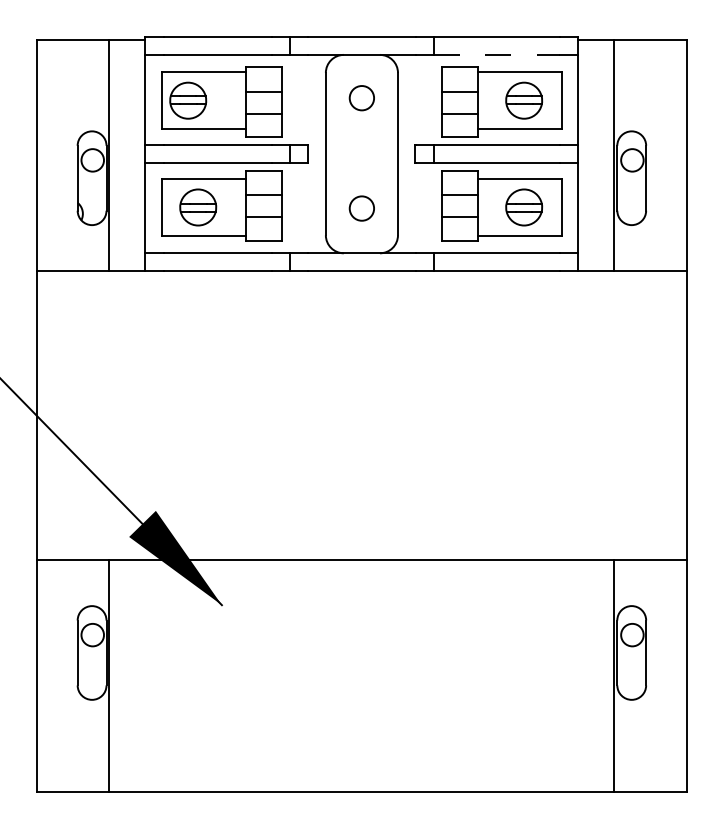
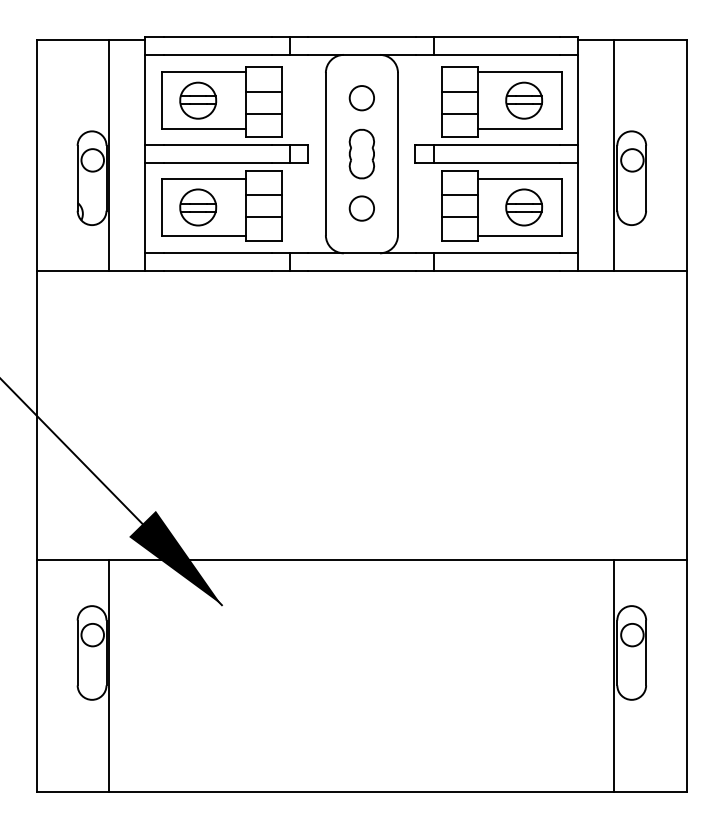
line at (497, 54): dashed -> solid
part at (188, 100) position: (188, 100) -> (198, 100)
part at (361, 154): none -> present
